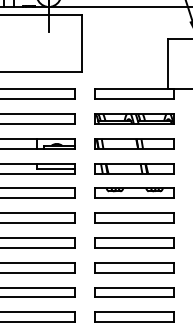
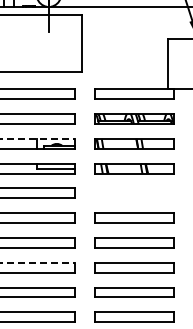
line at (38, 138): solid -> dashed
part at (134, 192): present -> none
line at (38, 262): solid -> dashed
